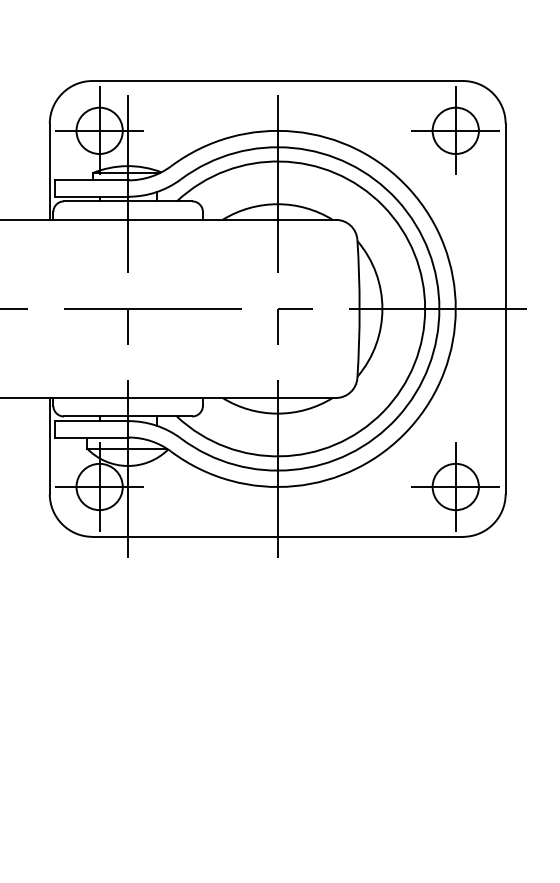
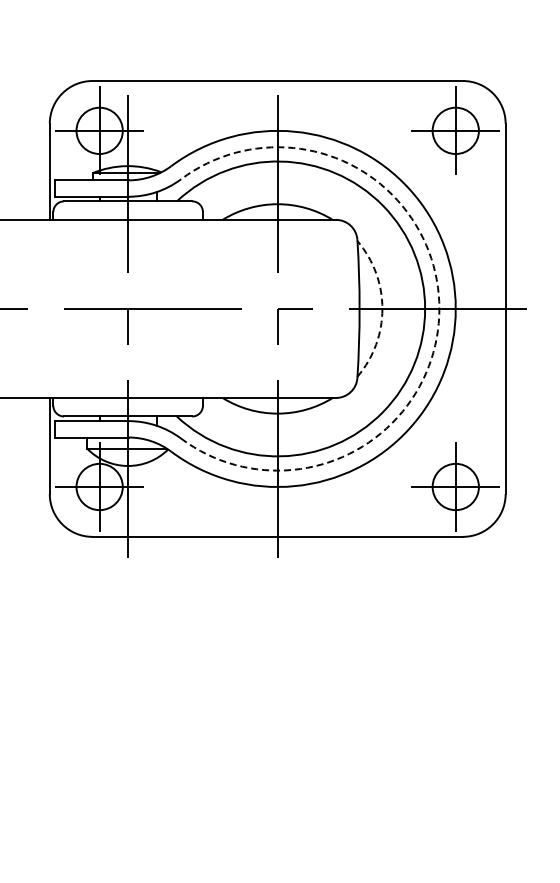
arc at (382, 308): solid -> dashed
arc at (439, 308): solid -> dashed
